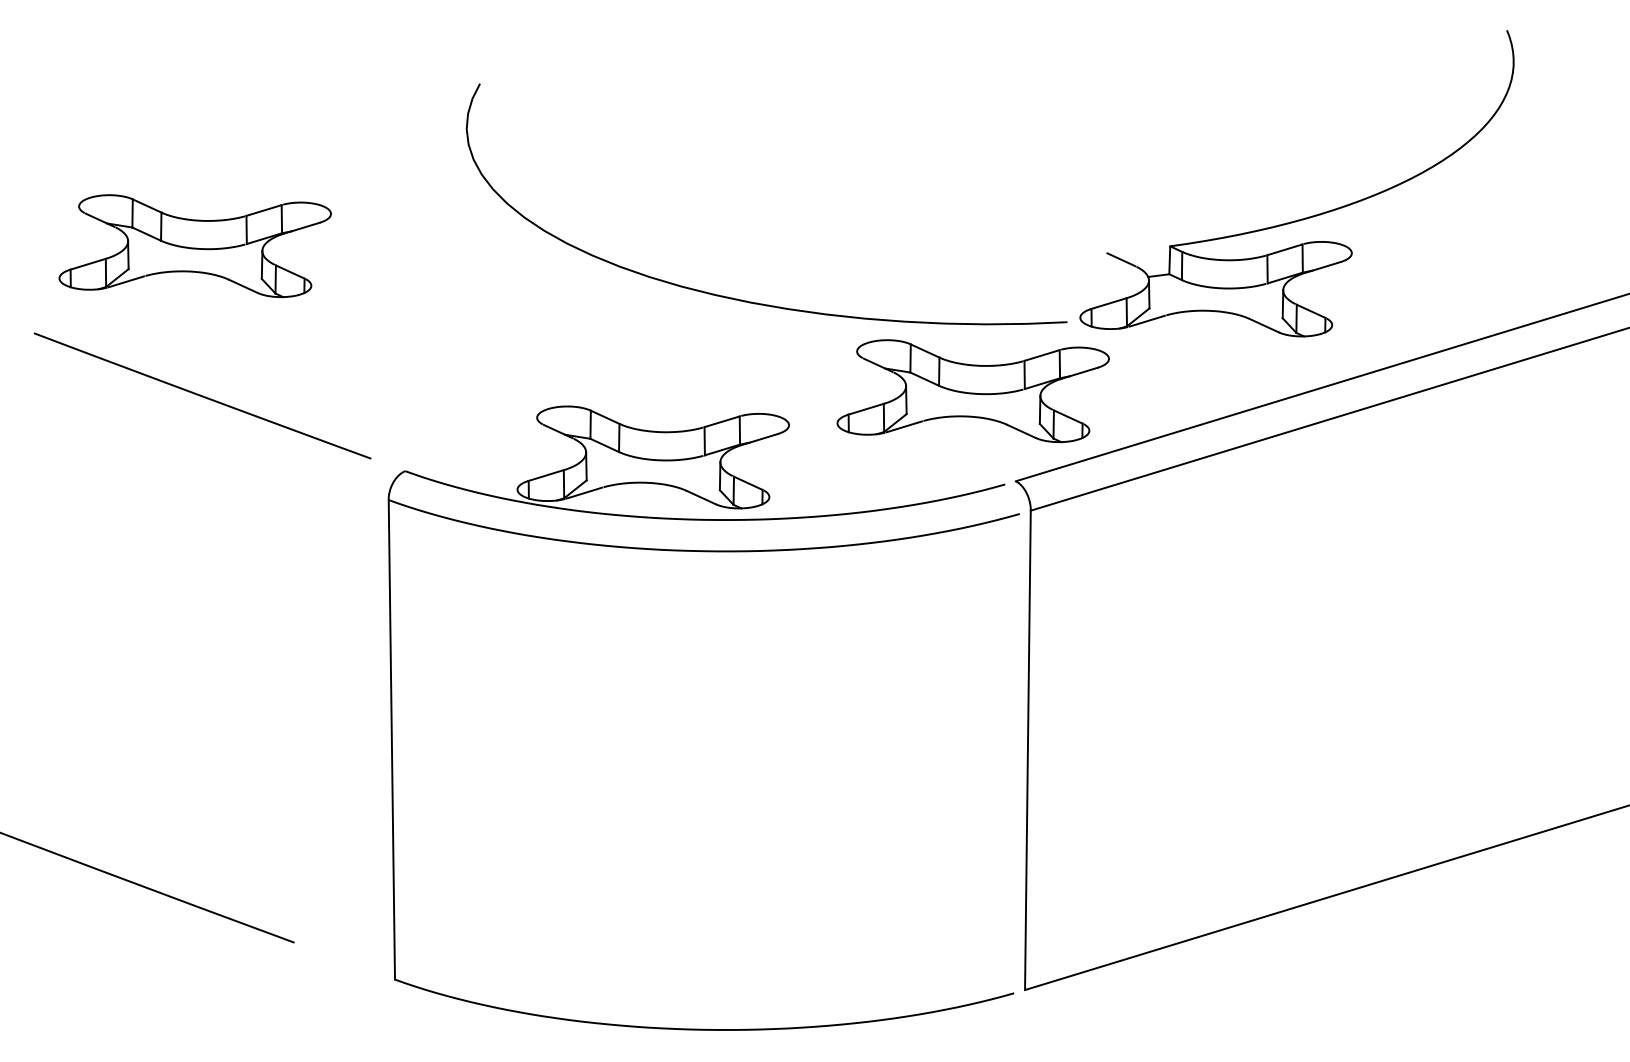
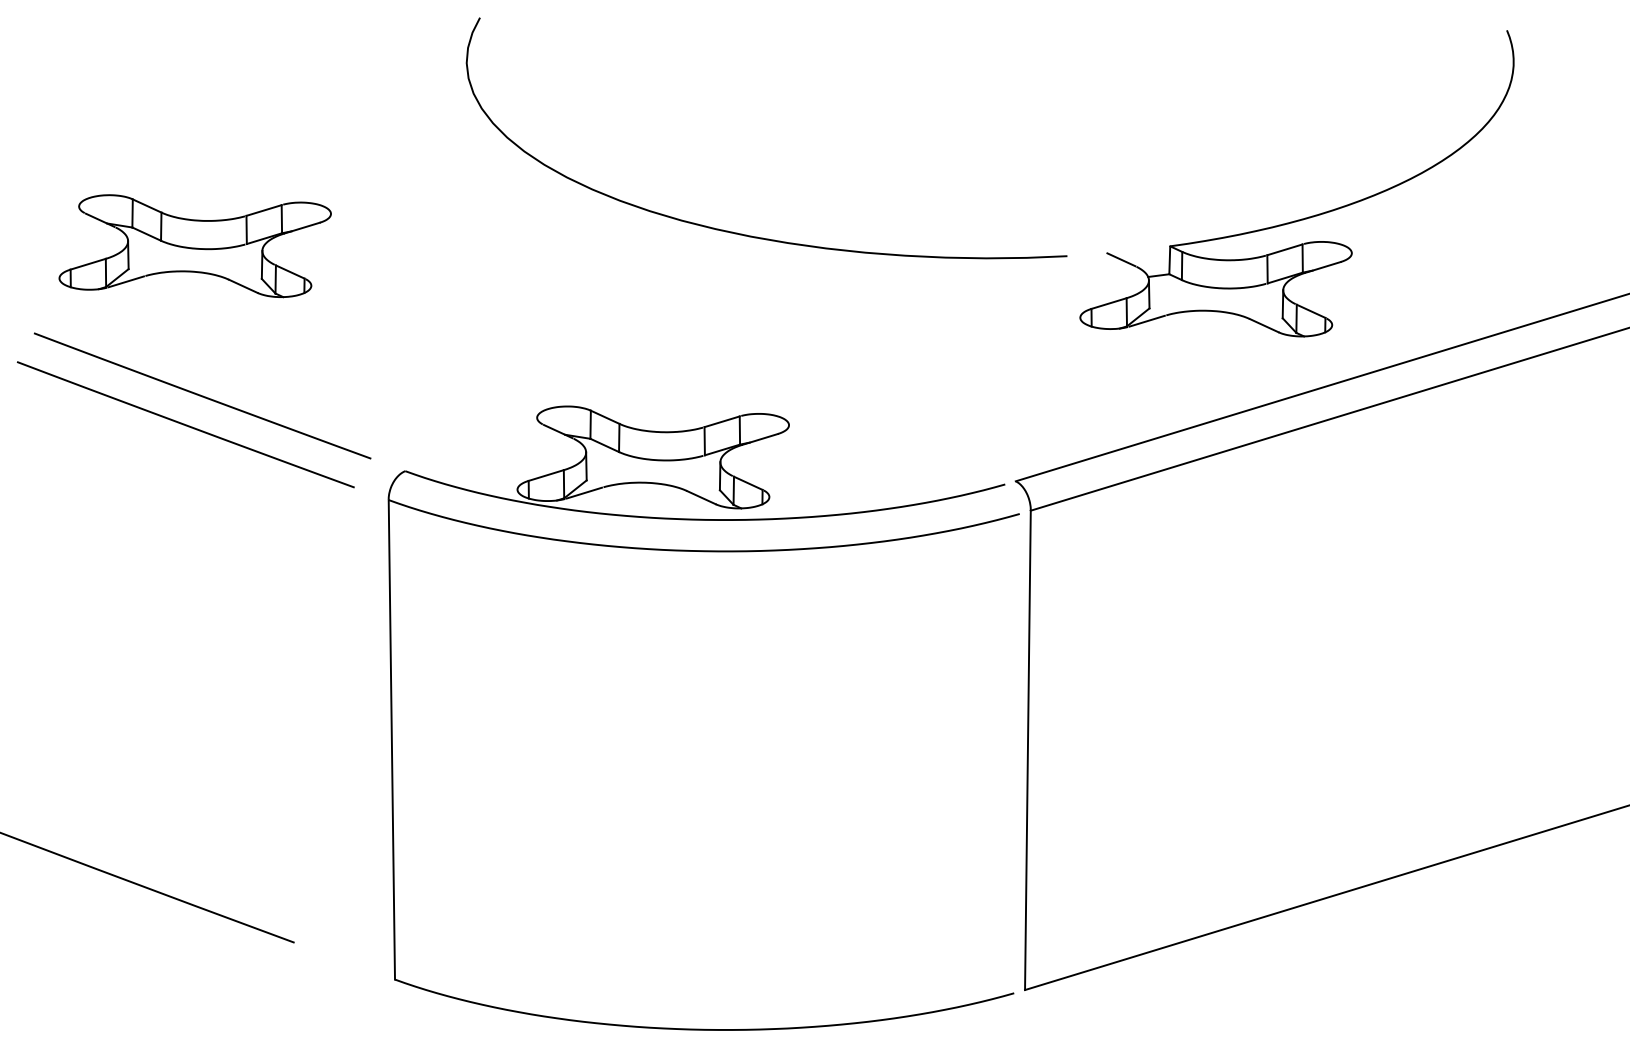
curve at (742, 299) position: (742, 299) -> (742, 233)
part at (972, 391): present -> none
line at (185, 424): none -> present
